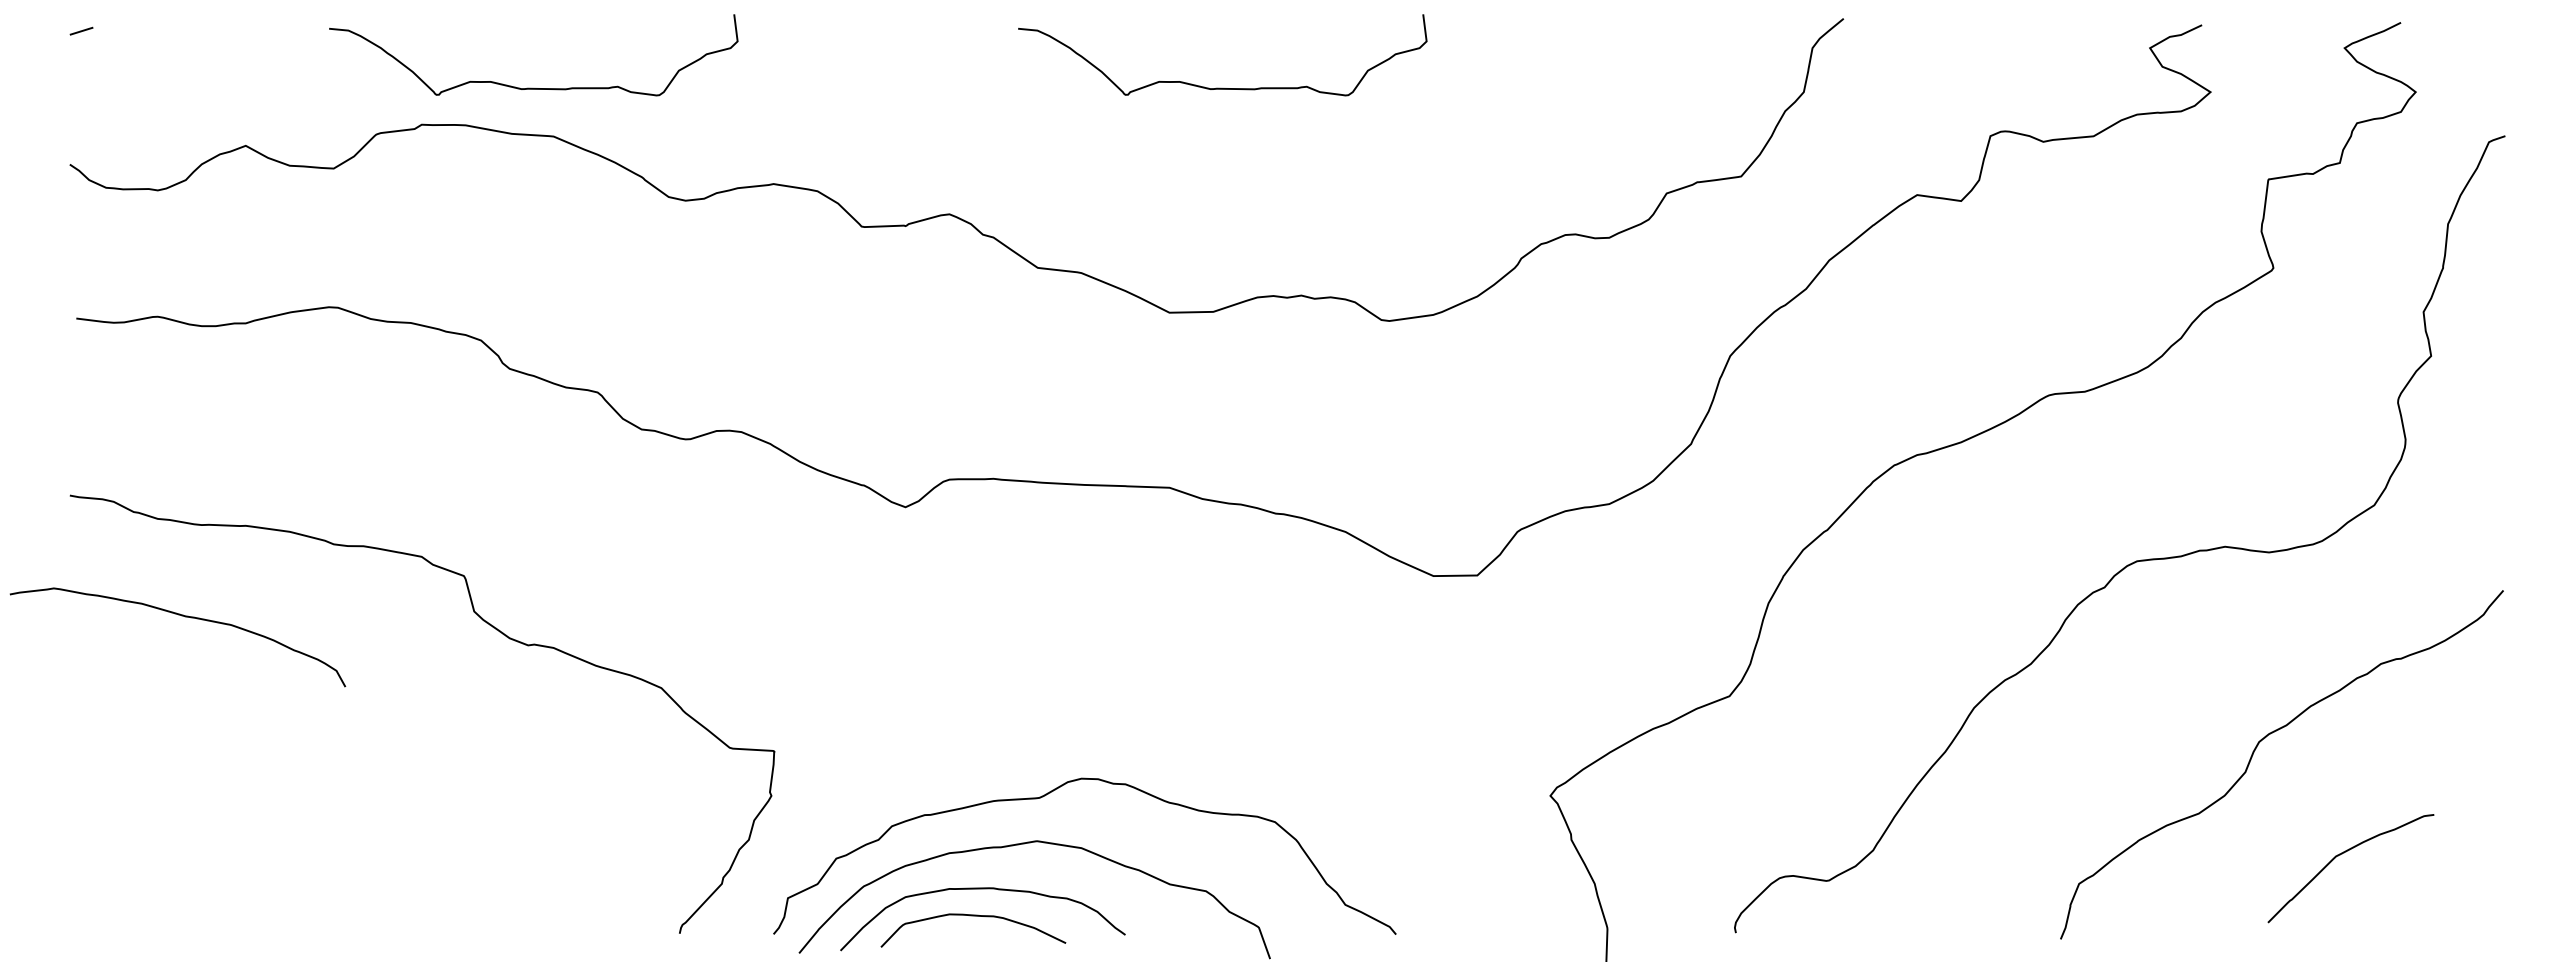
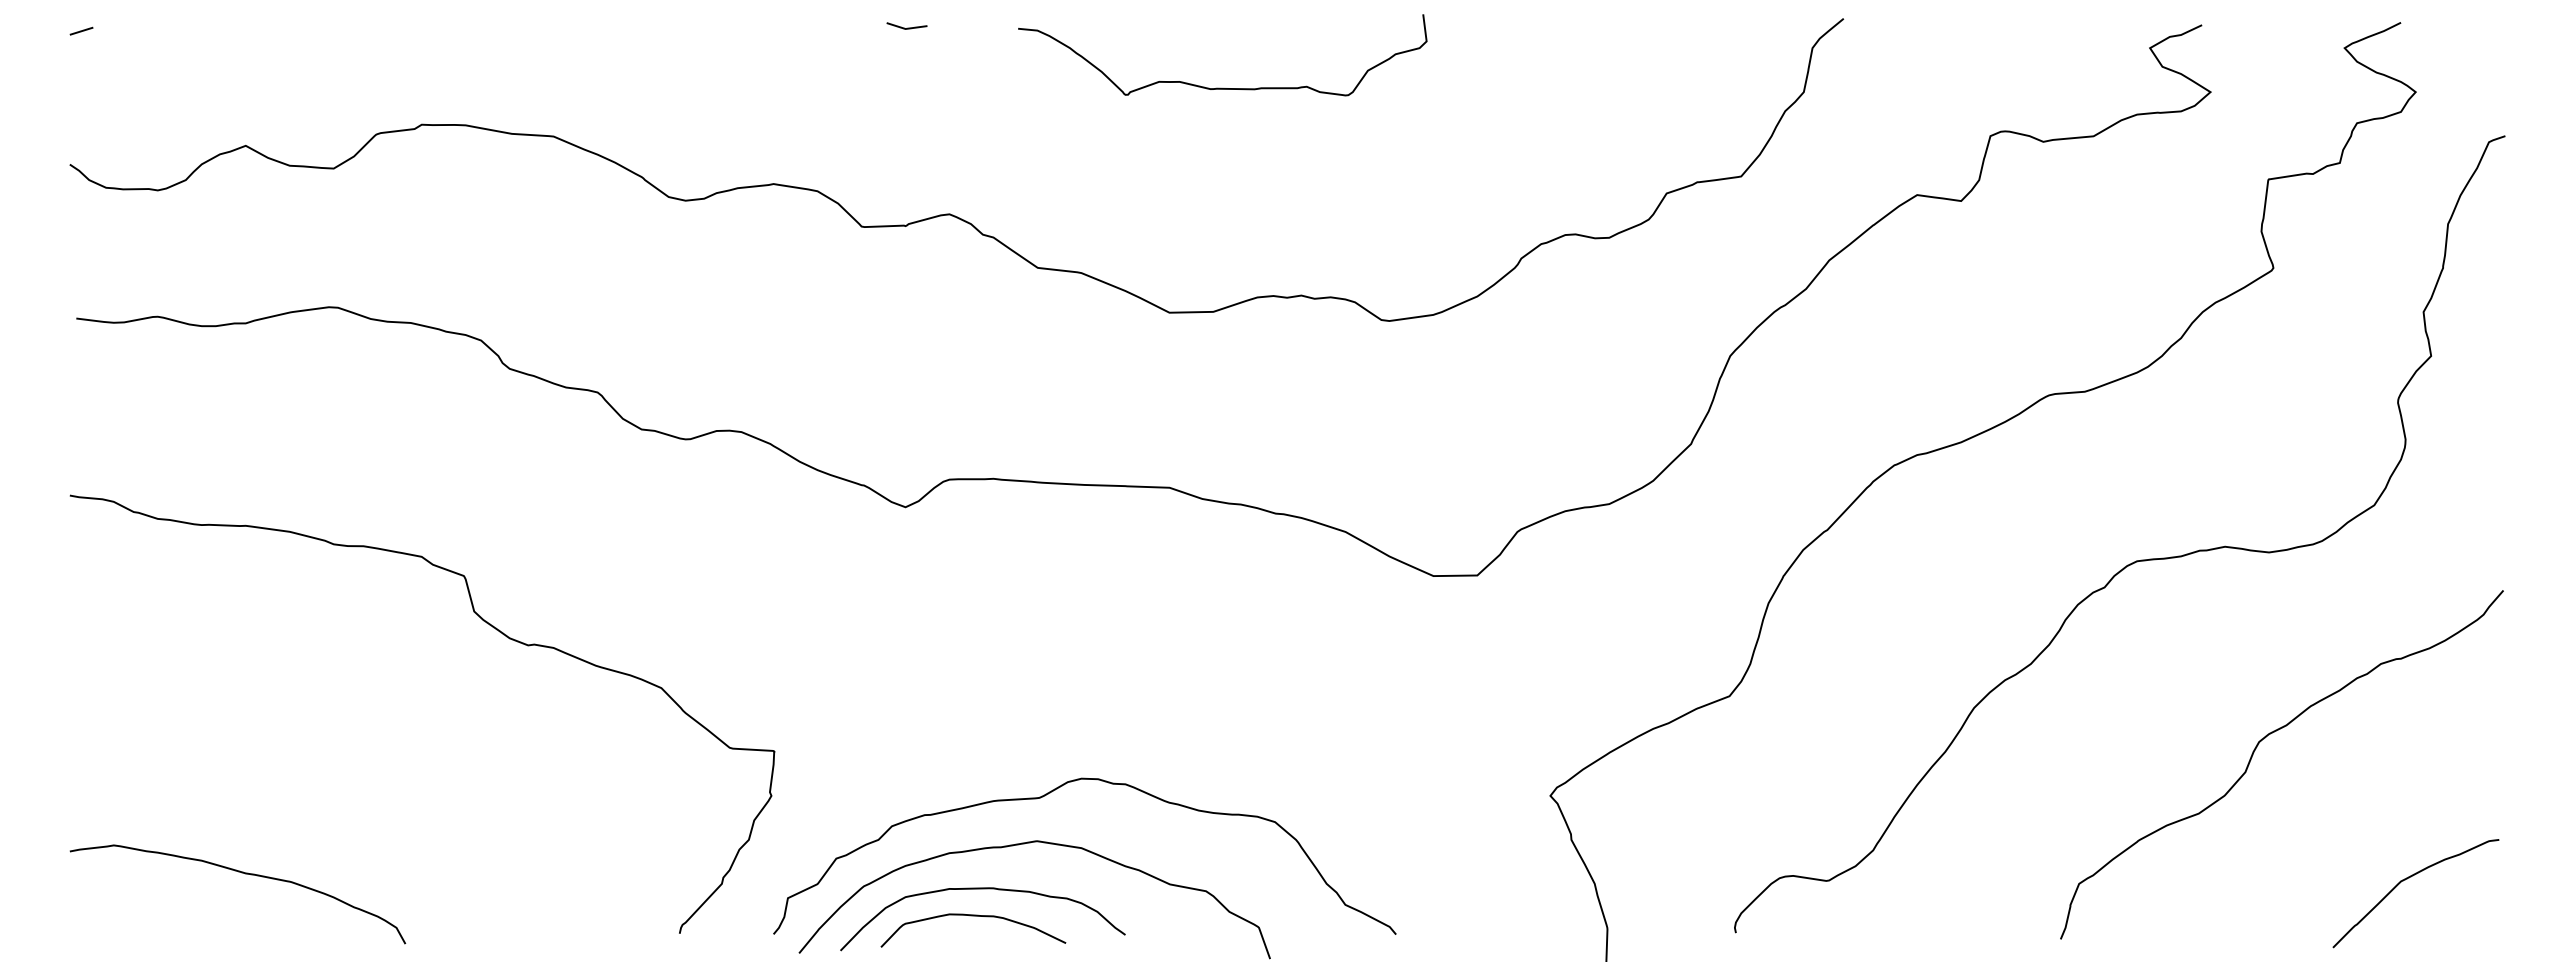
line at (907, 27): none -> present
curve at (533, 87): present -> none
curve at (181, 616) position: (181, 616) -> (241, 873)
curve at (2342, 854) position: (2342, 854) -> (2407, 879)
